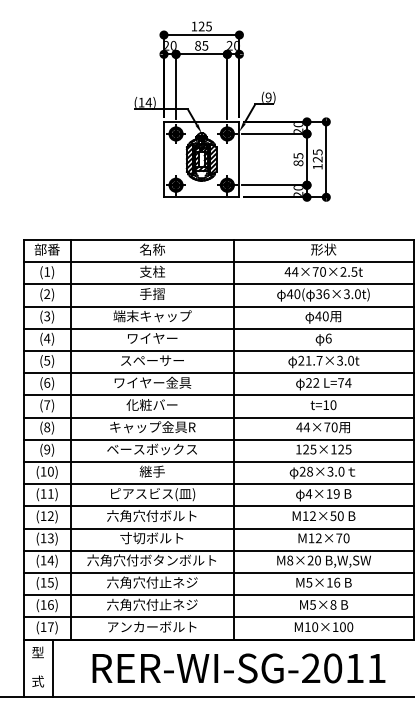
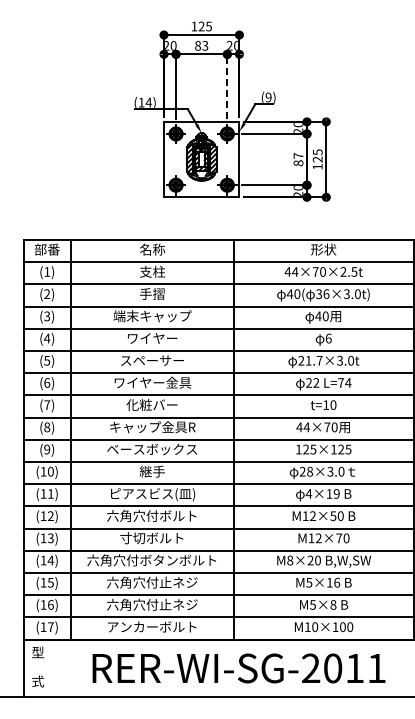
text at (205, 44): 85 -> 83
line at (227, 86): solid -> dashed
text at (298, 155): 85 -> 87
line at (52, 668): present -> none
